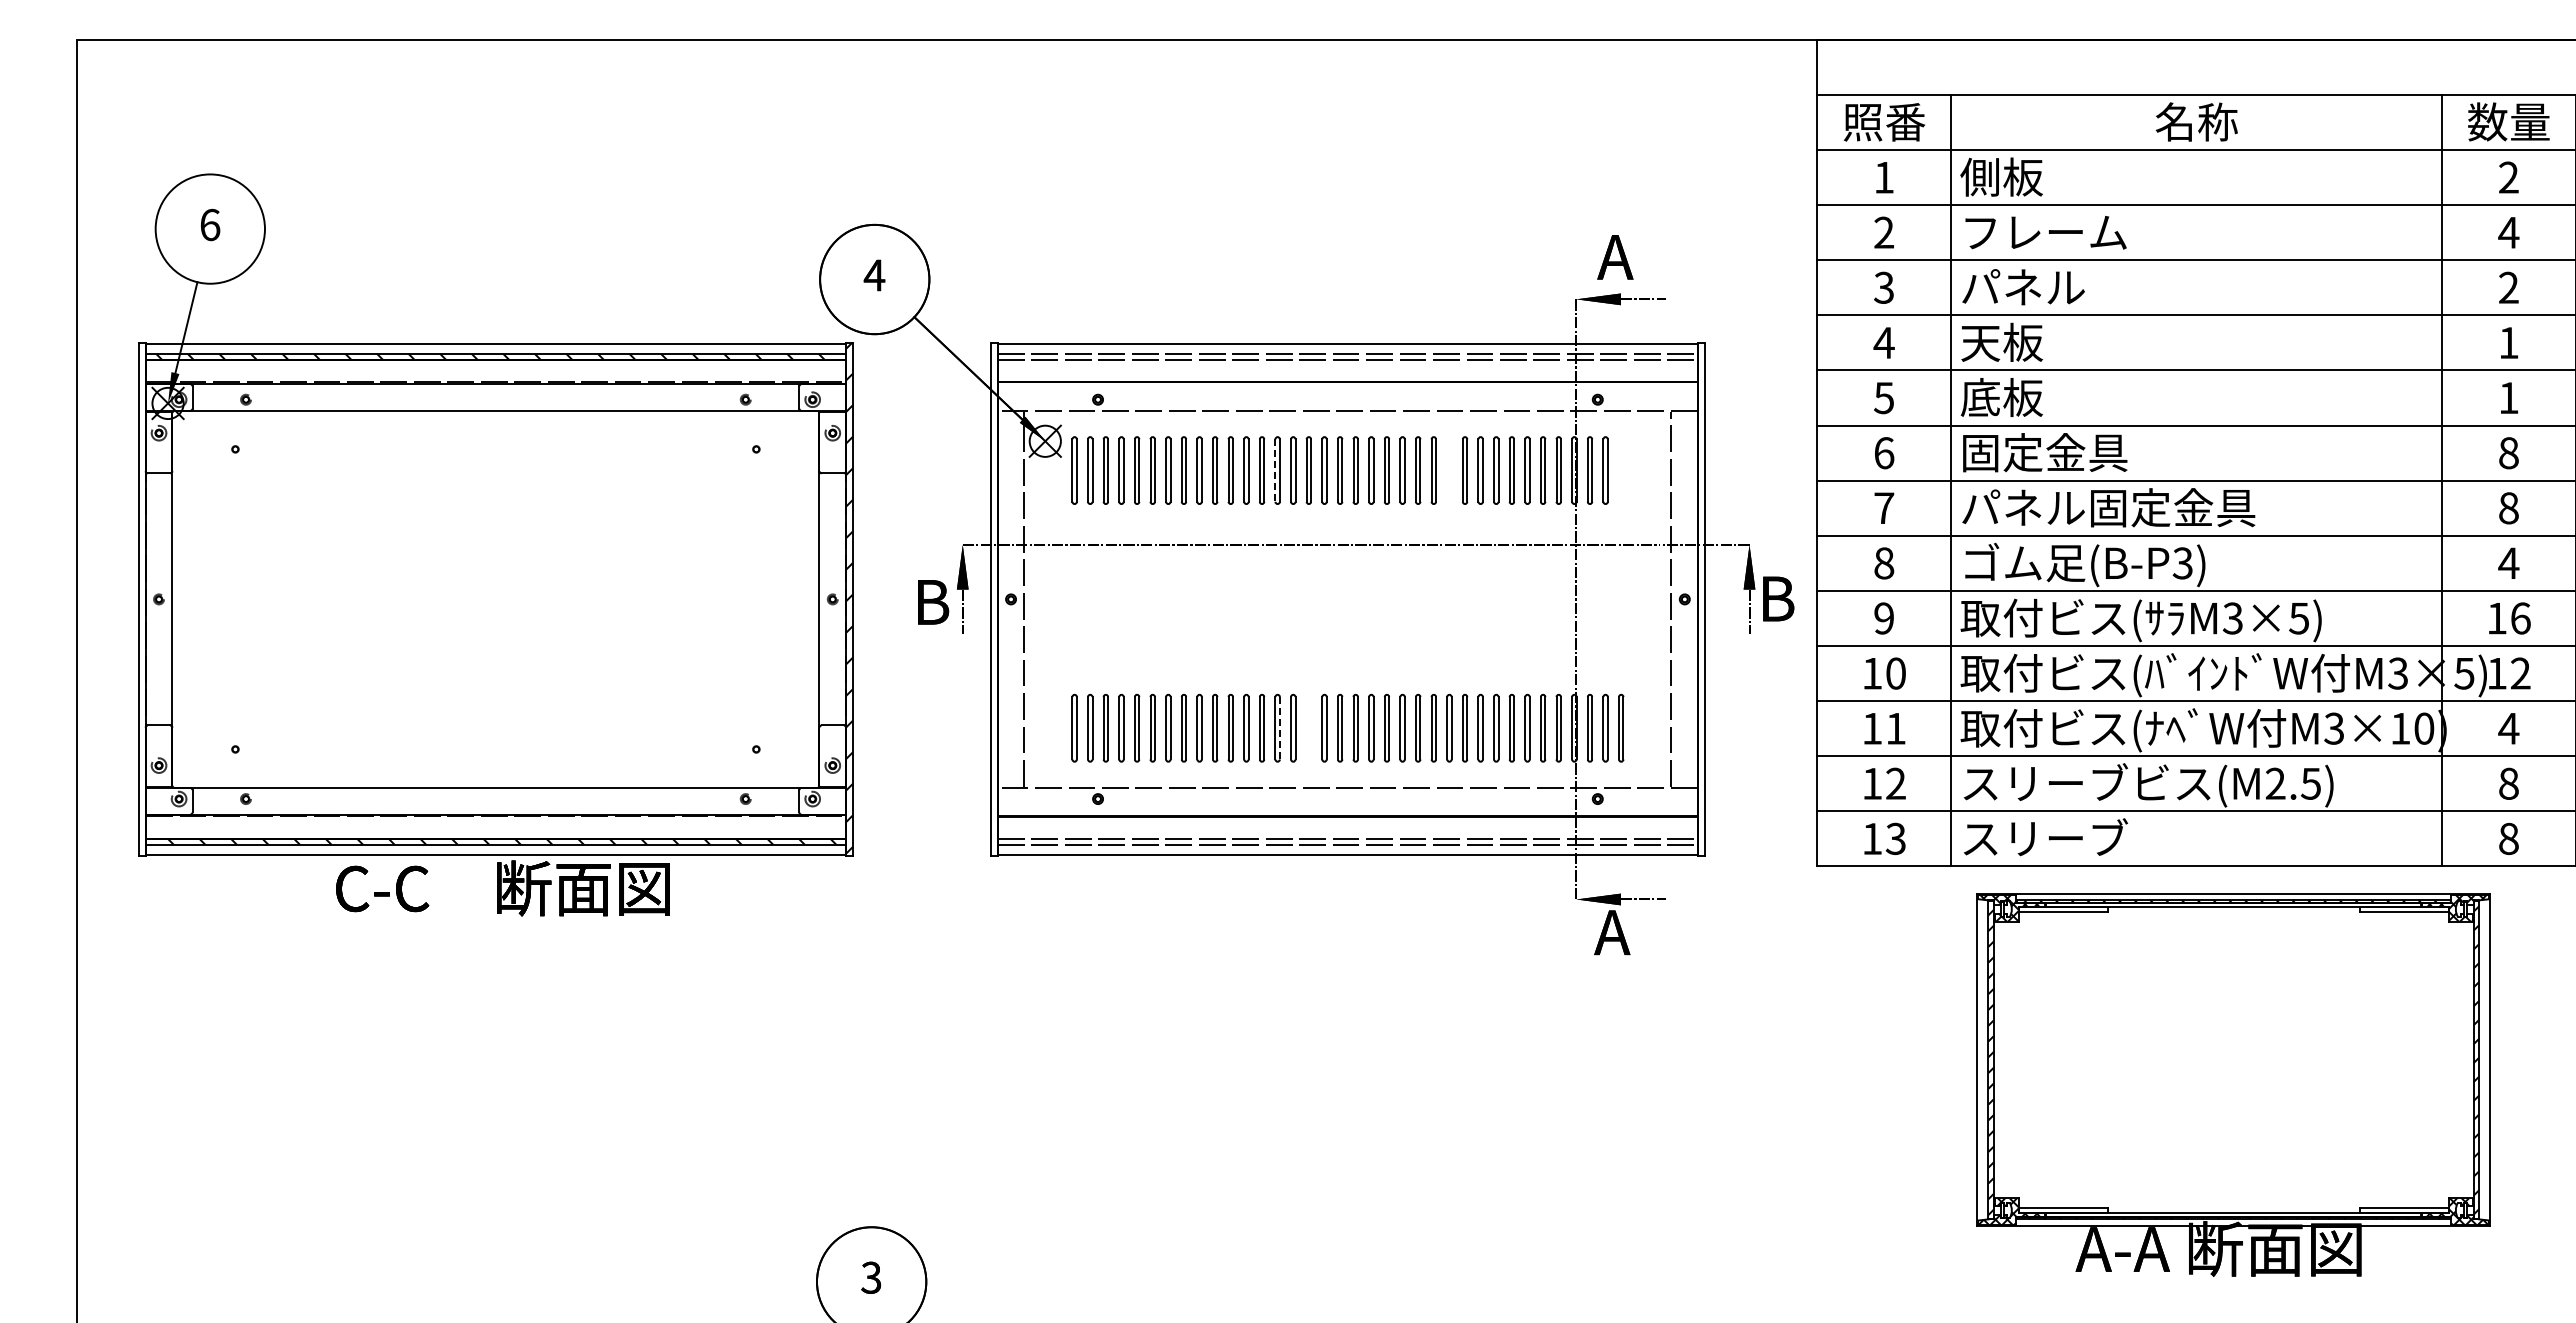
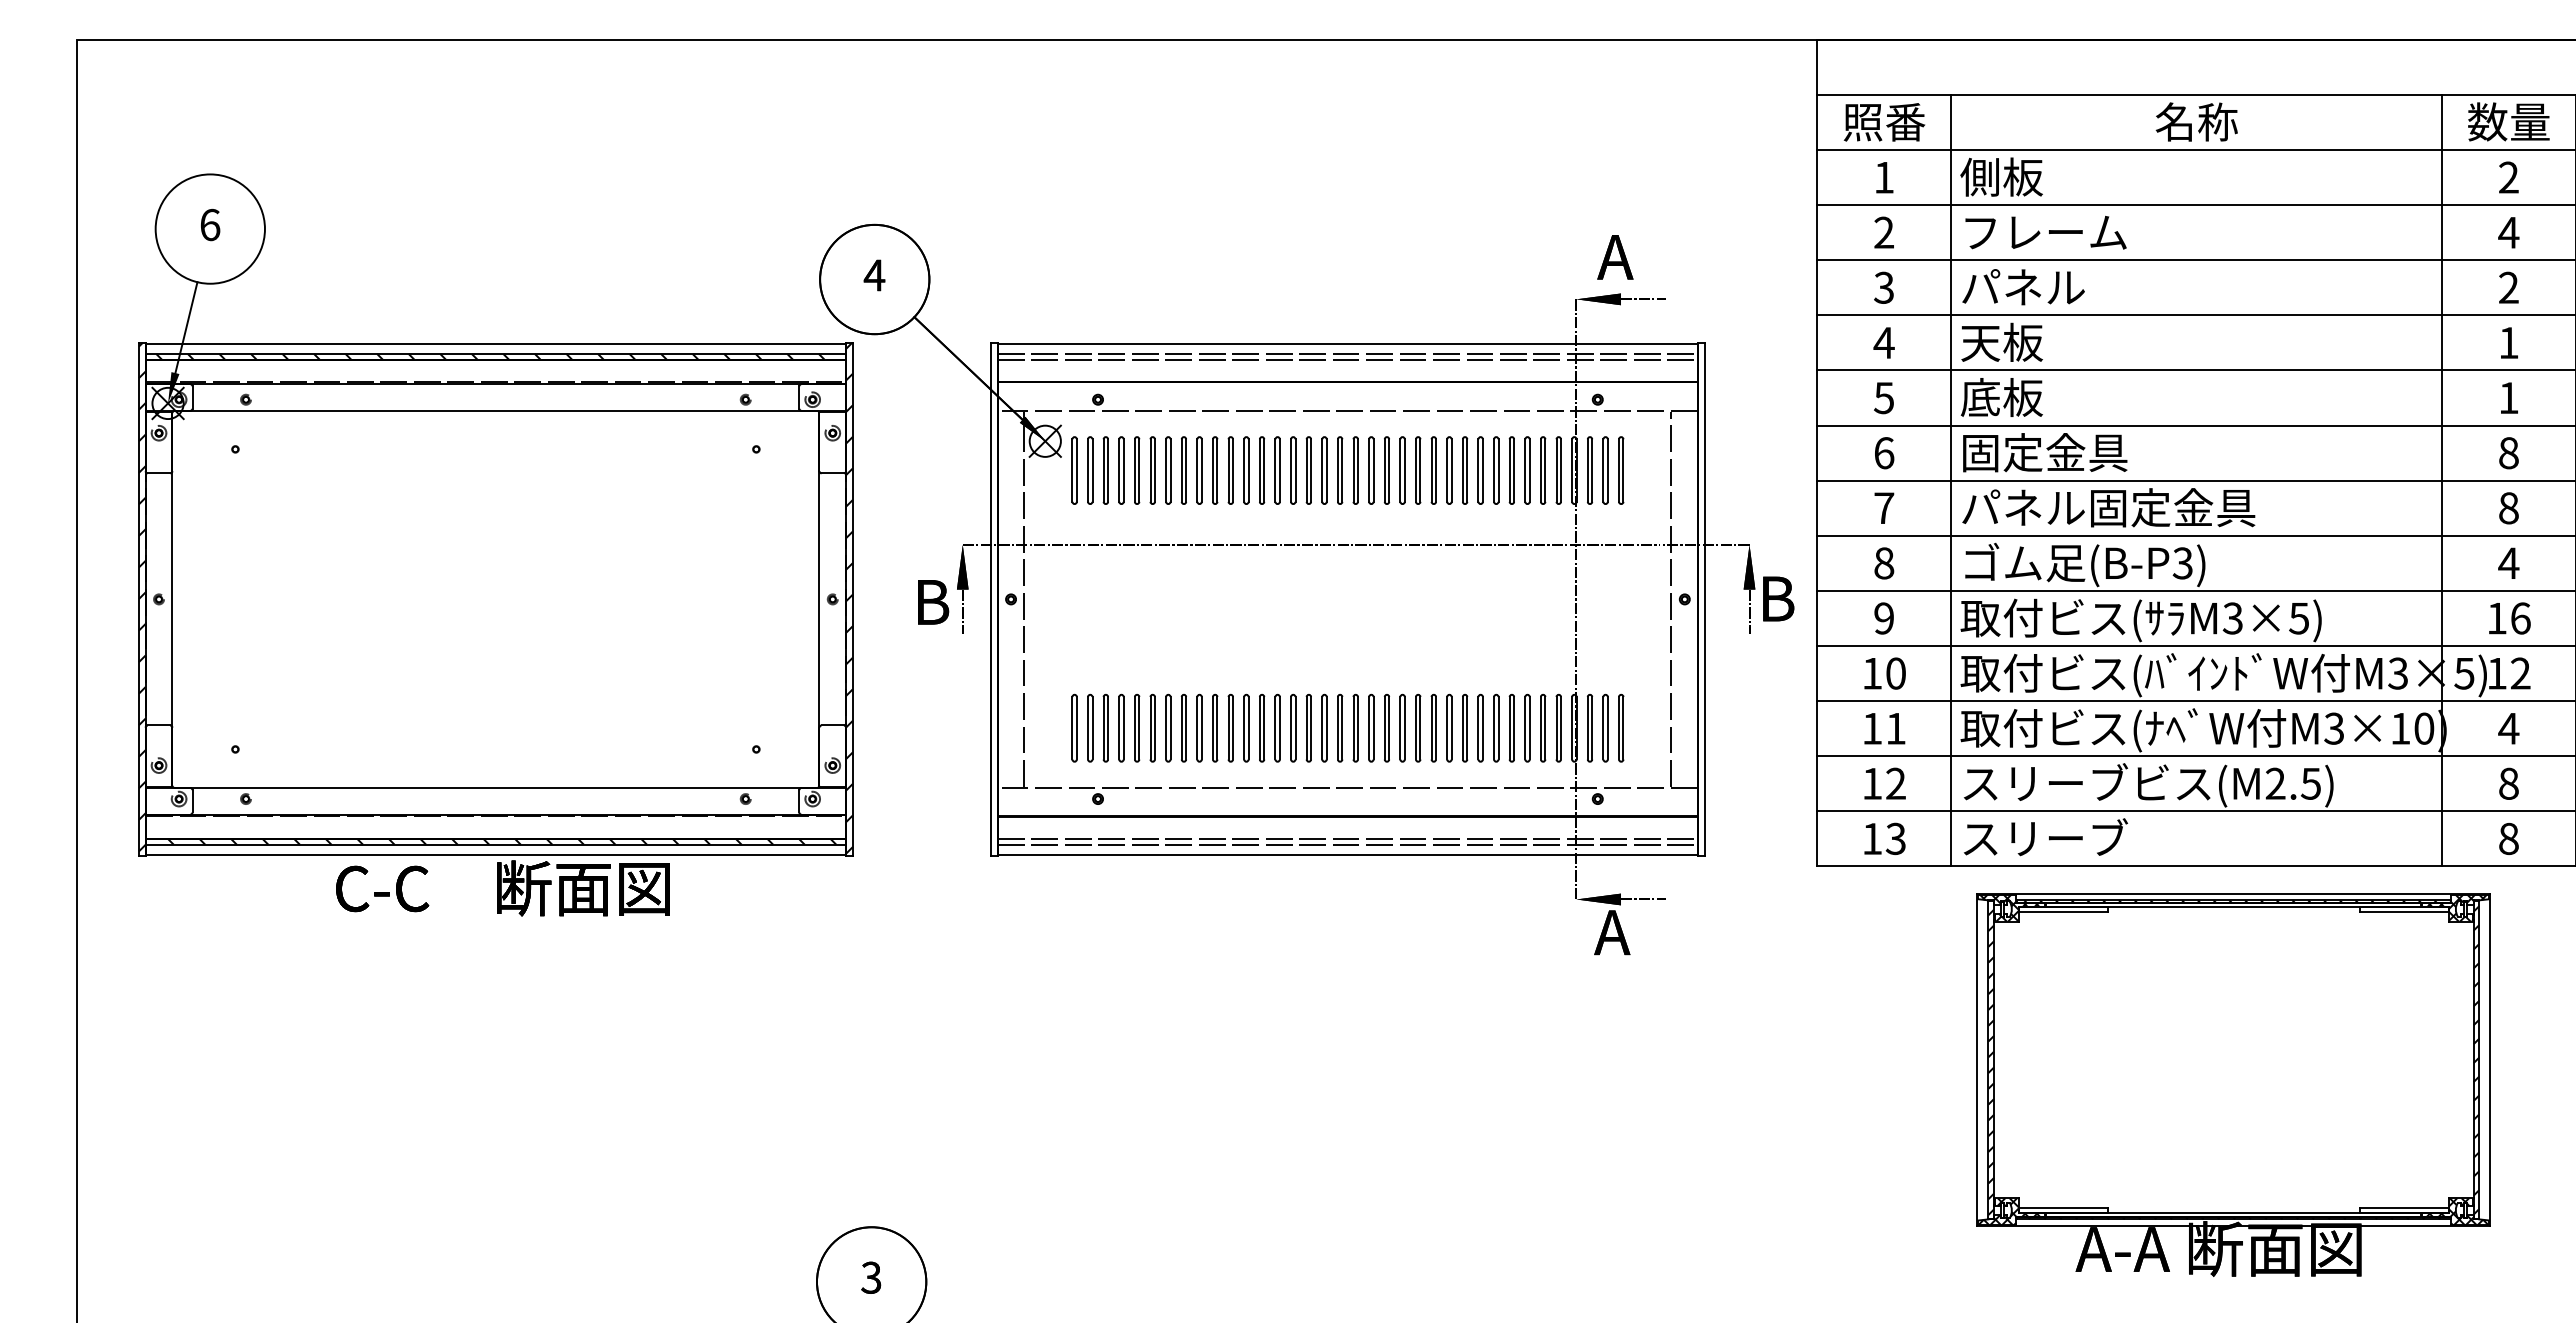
part at (1449, 470): none -> present
part at (1621, 470): none -> present
line at (1275, 471): dashed -> solid
hatch at (141, 596): none -> present
line at (1279, 727): dashed -> solid
part at (1308, 728): none -> present
